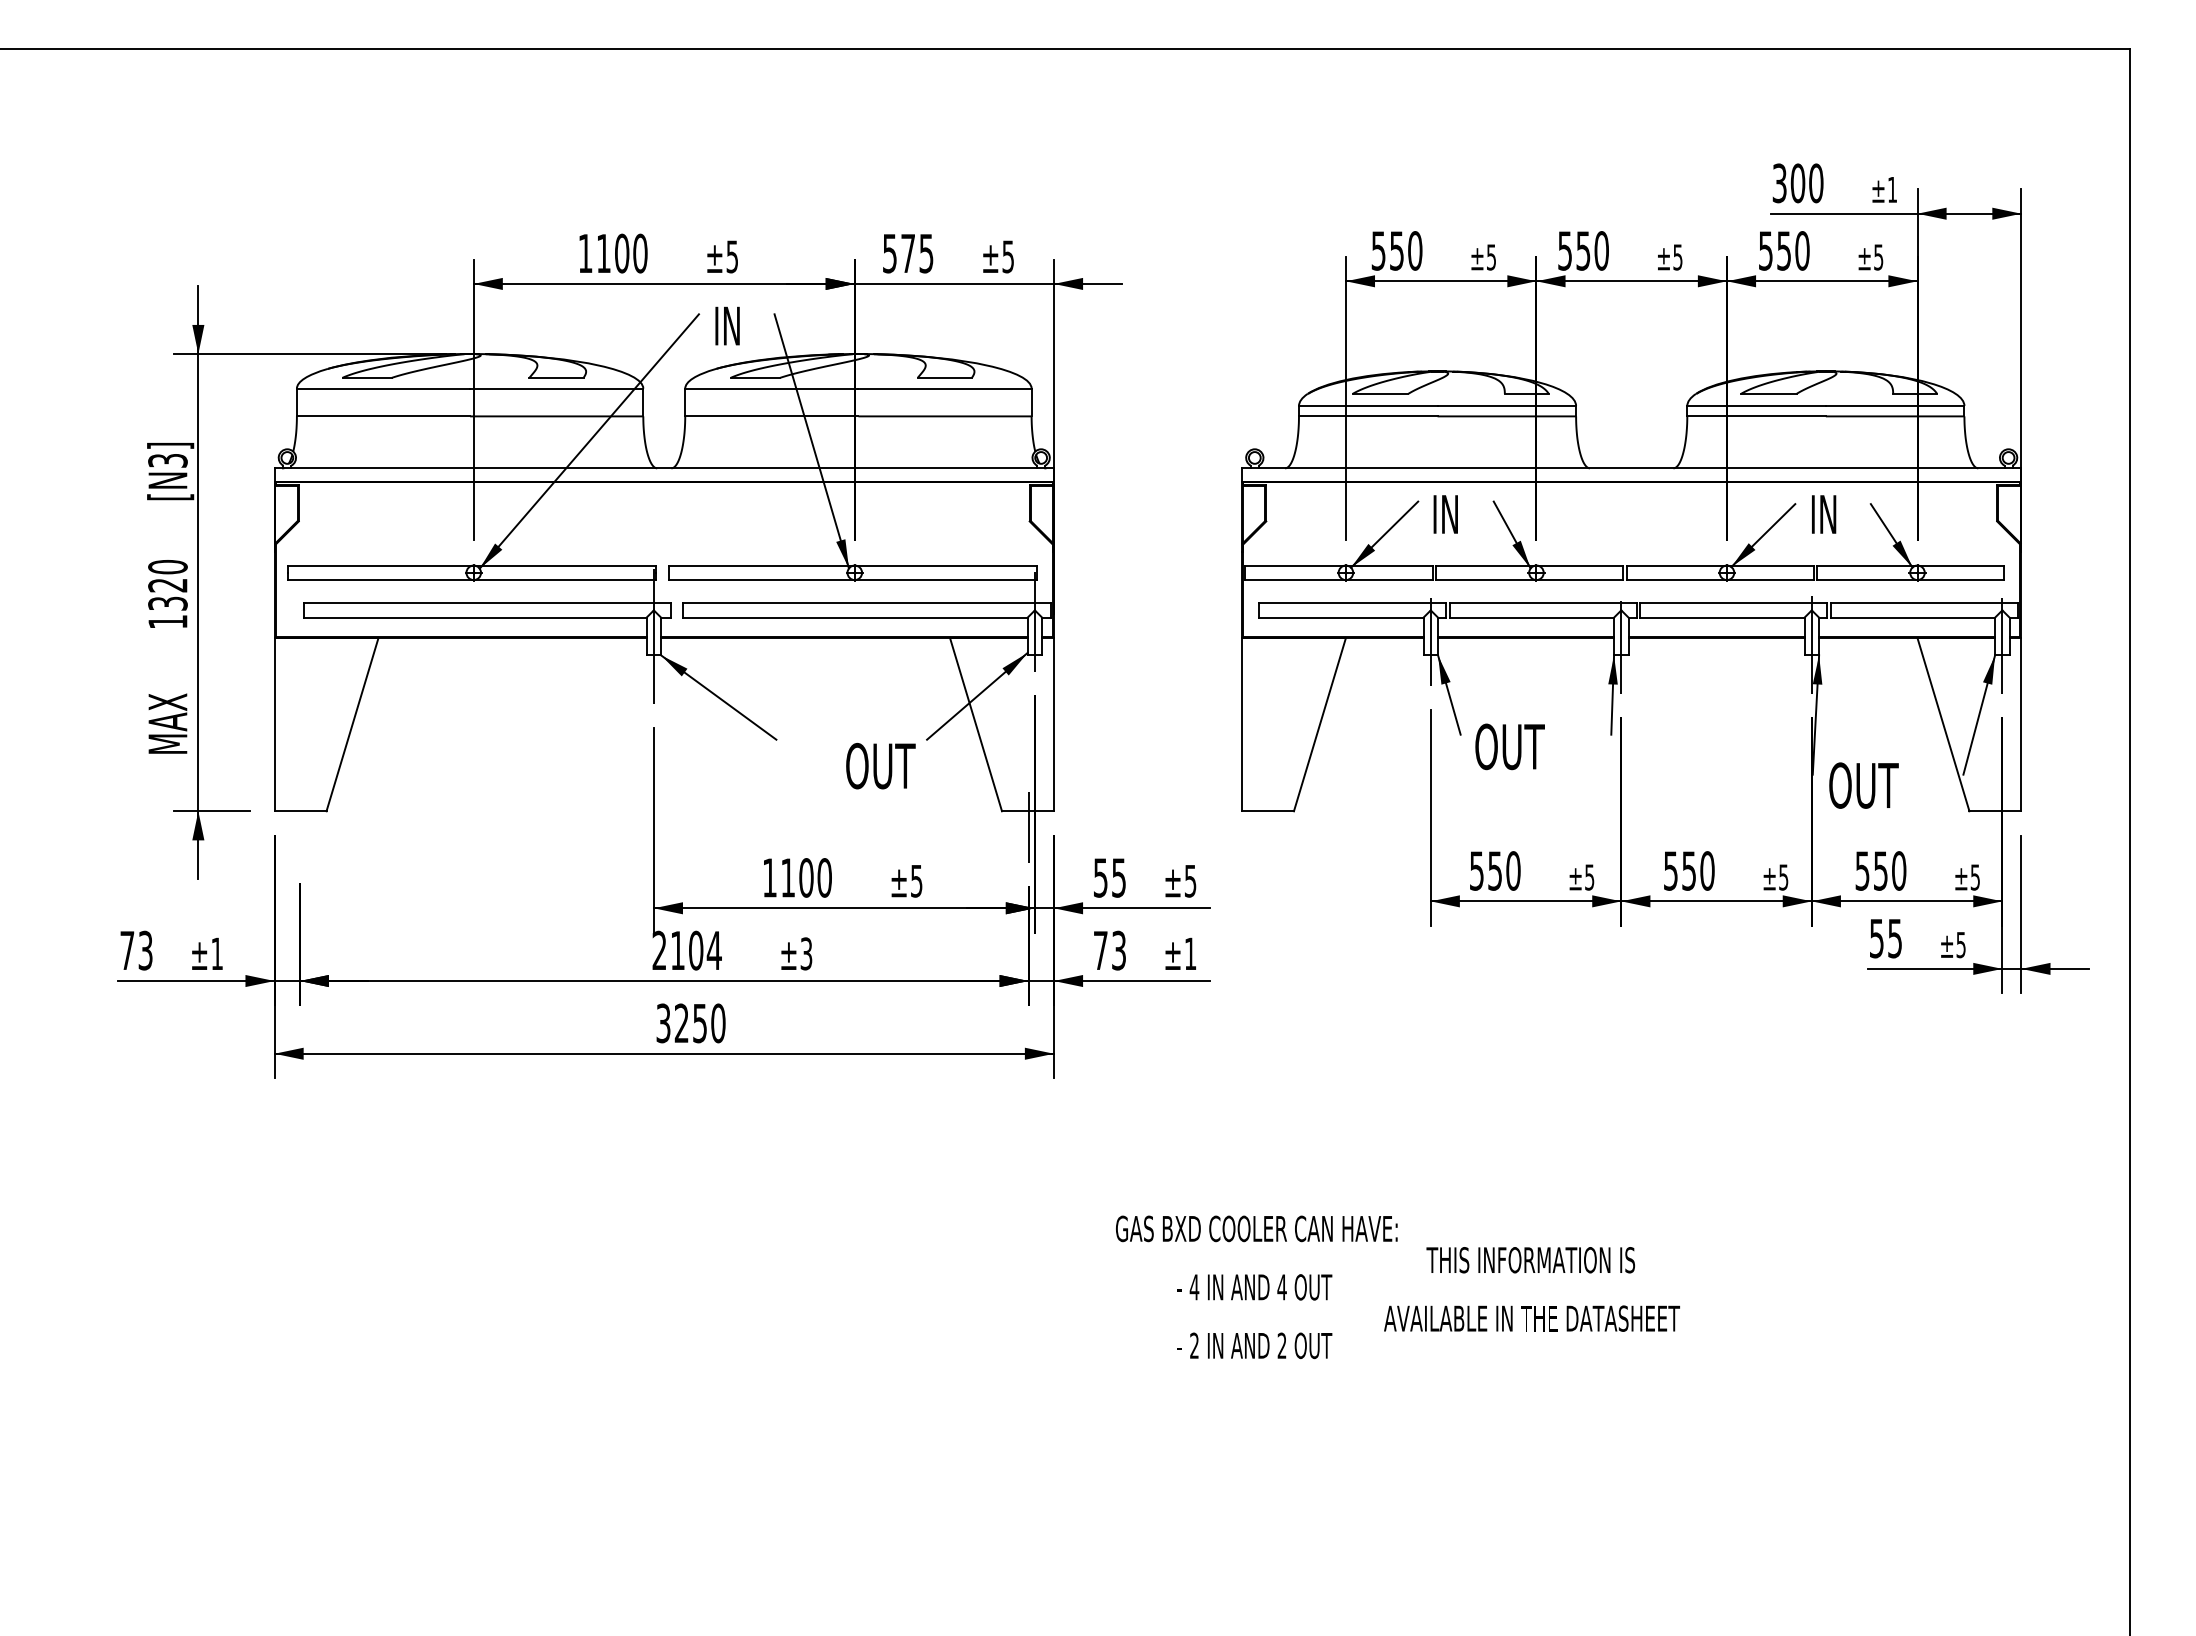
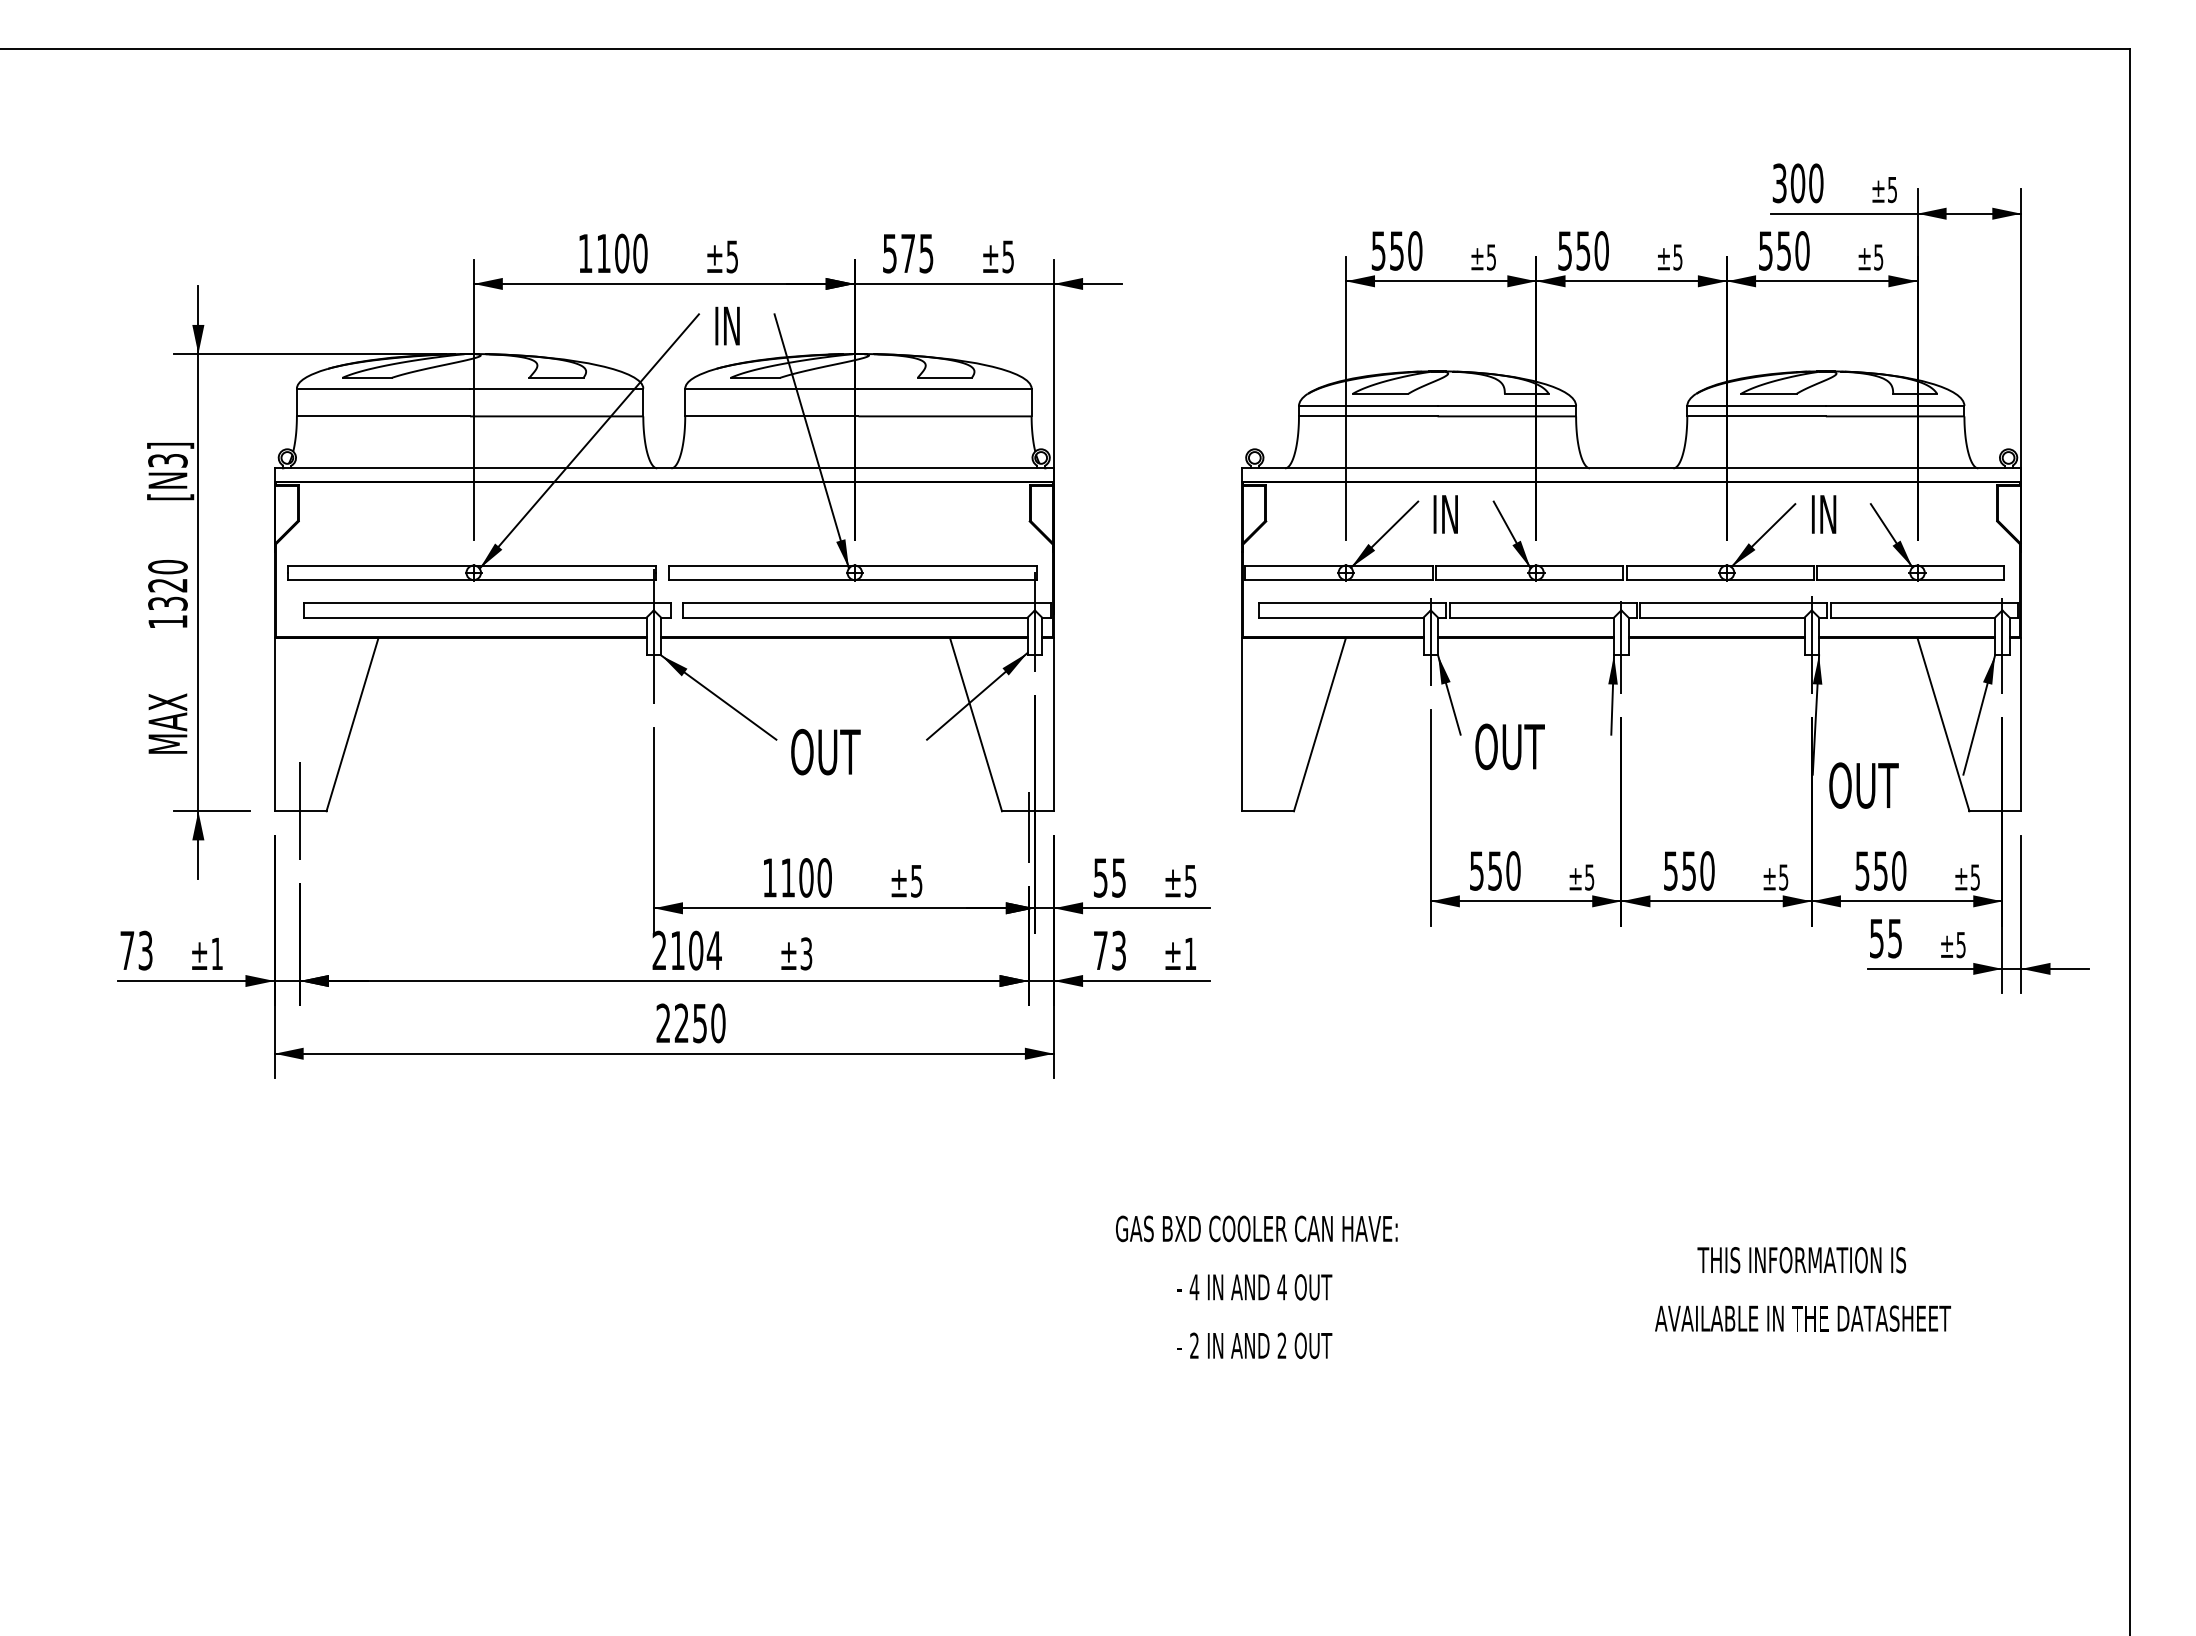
text at (1892, 190): ±1 -> ±5
text at (880, 766) position: (880, 766) -> (825, 752)
line at (299, 810): none -> present
text at (663, 1023): 3250 -> 2250
text at (1531, 1289) position: (1531, 1289) -> (1802, 1289)
